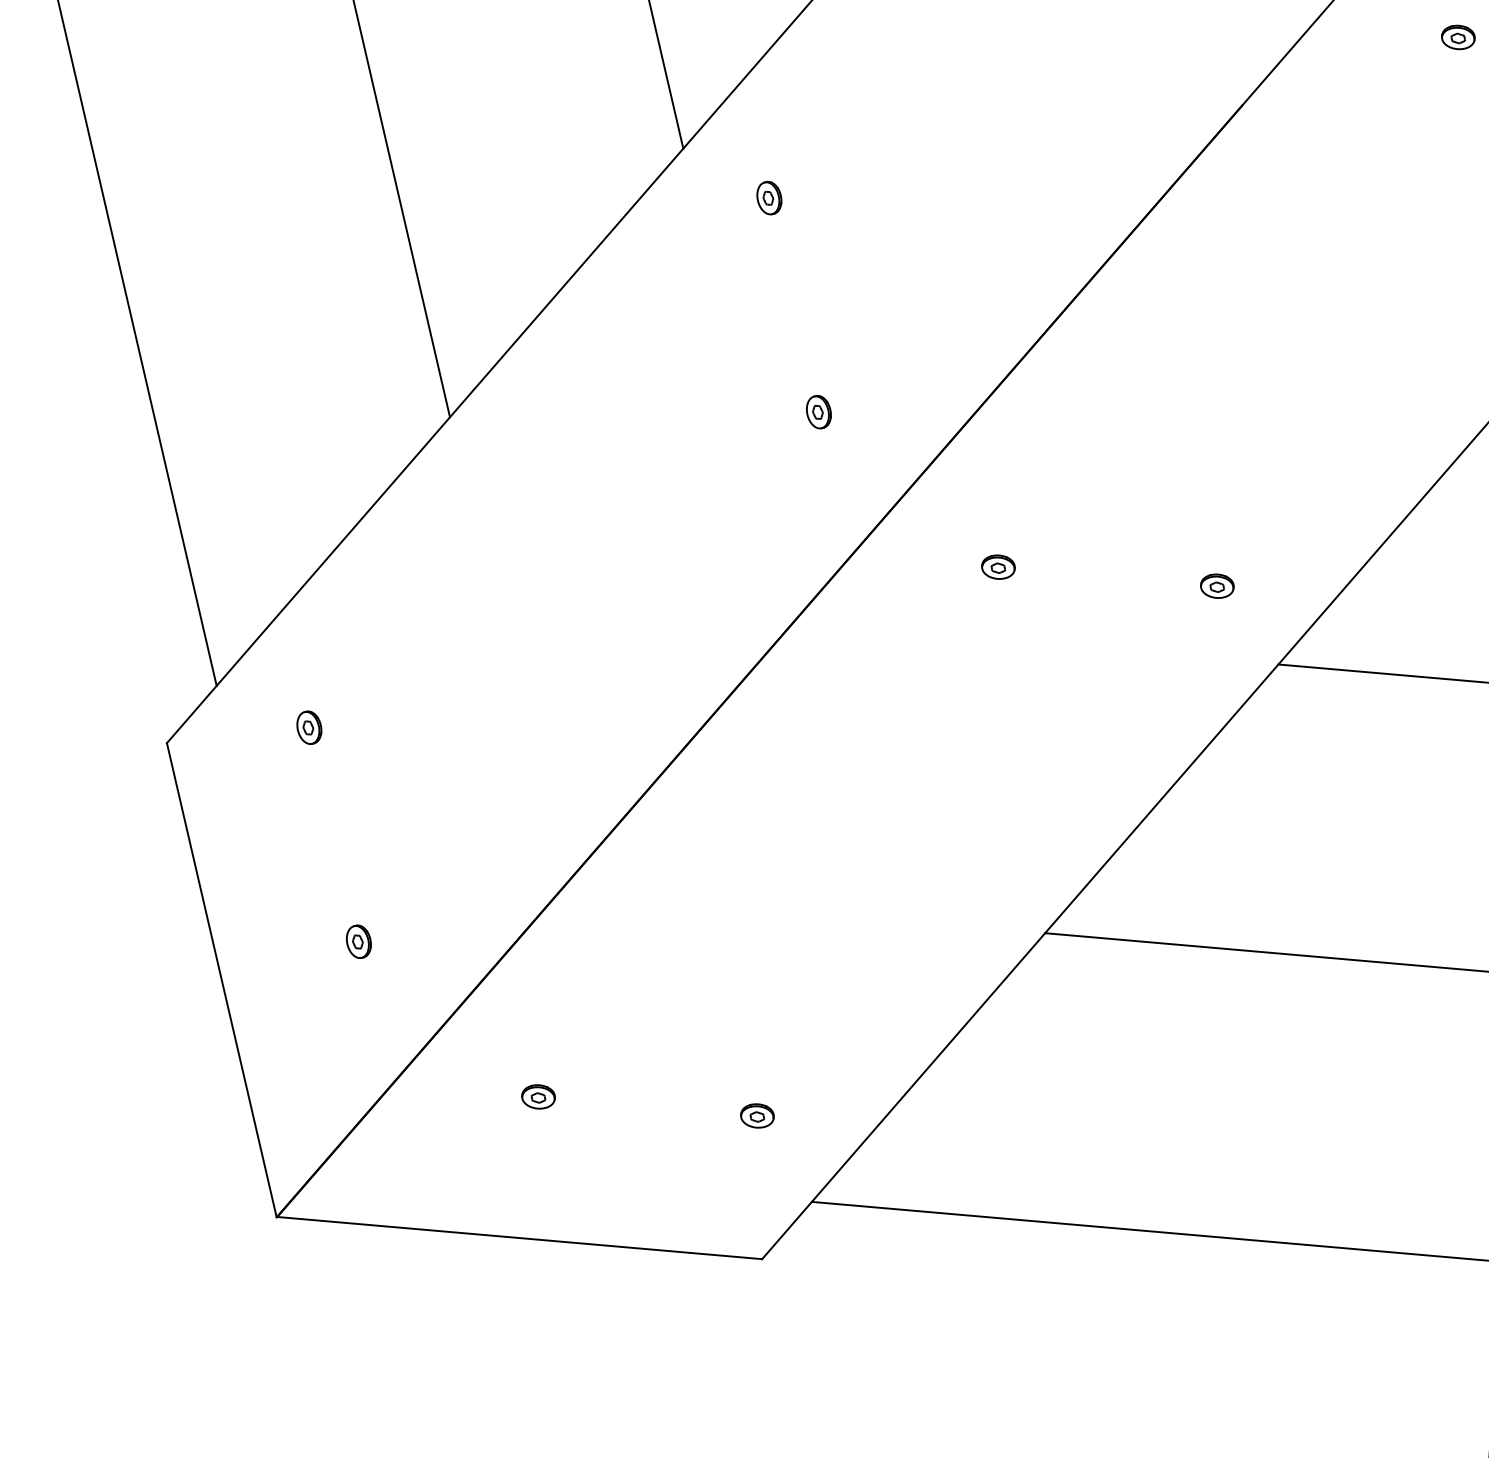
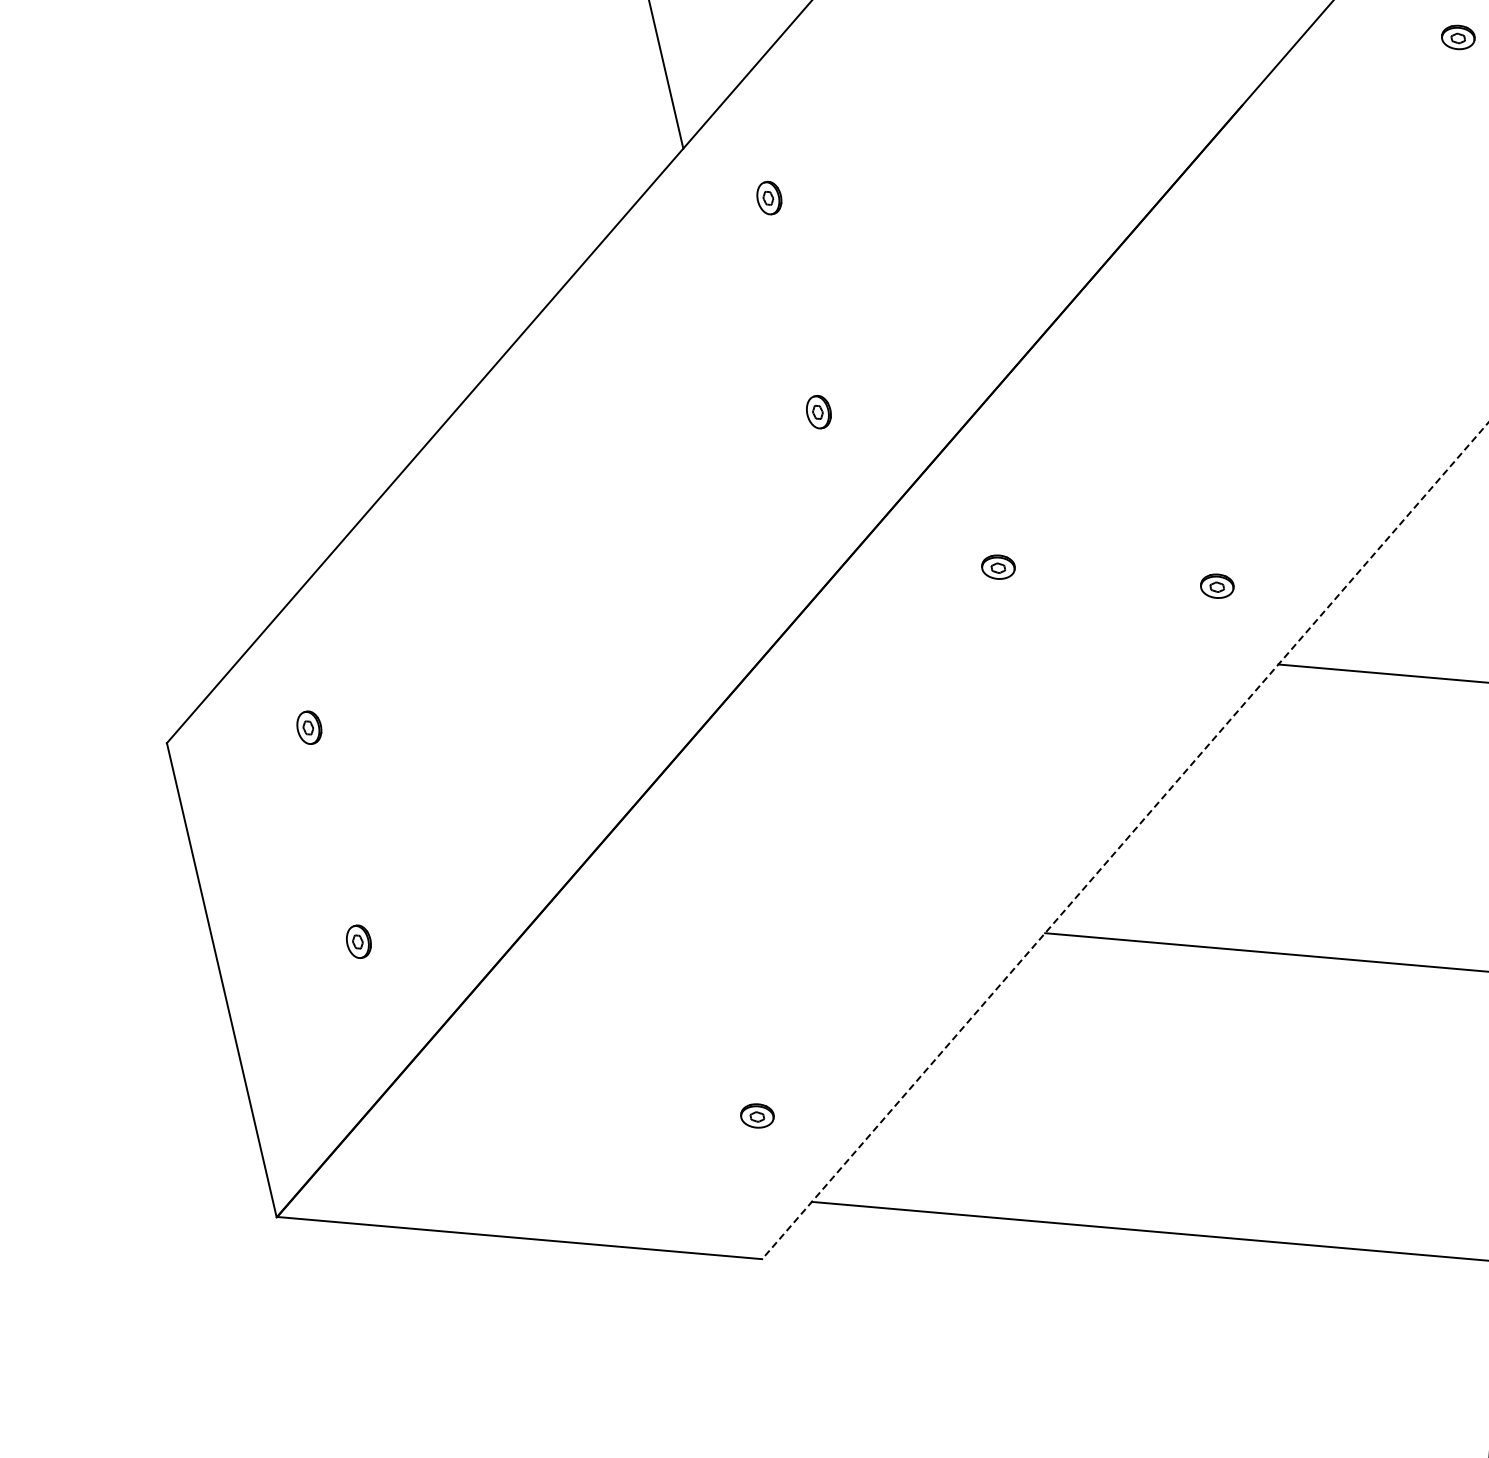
line at (401, 209): present -> none
line at (137, 343): present -> none
line at (1125, 840): solid -> dashed
part at (538, 1096): present -> none
